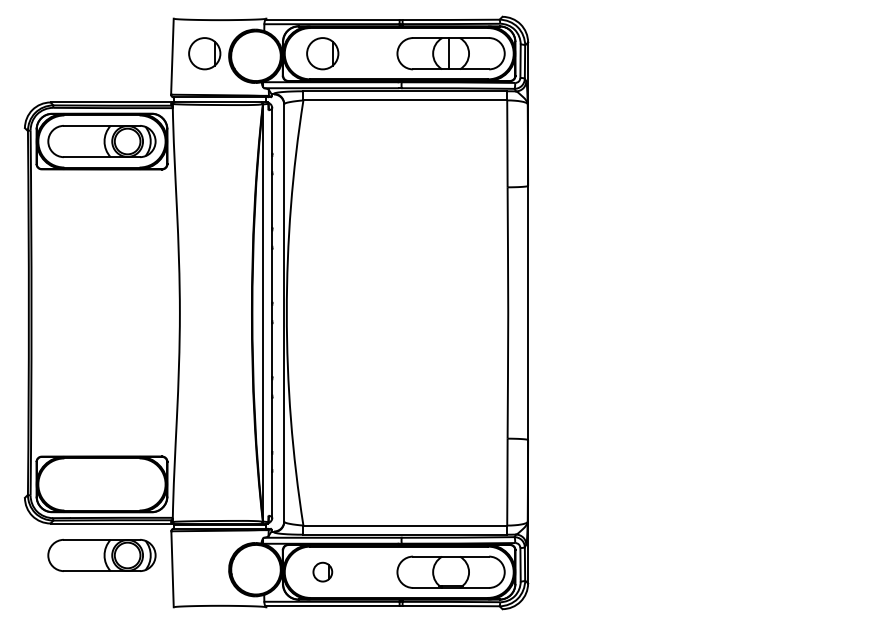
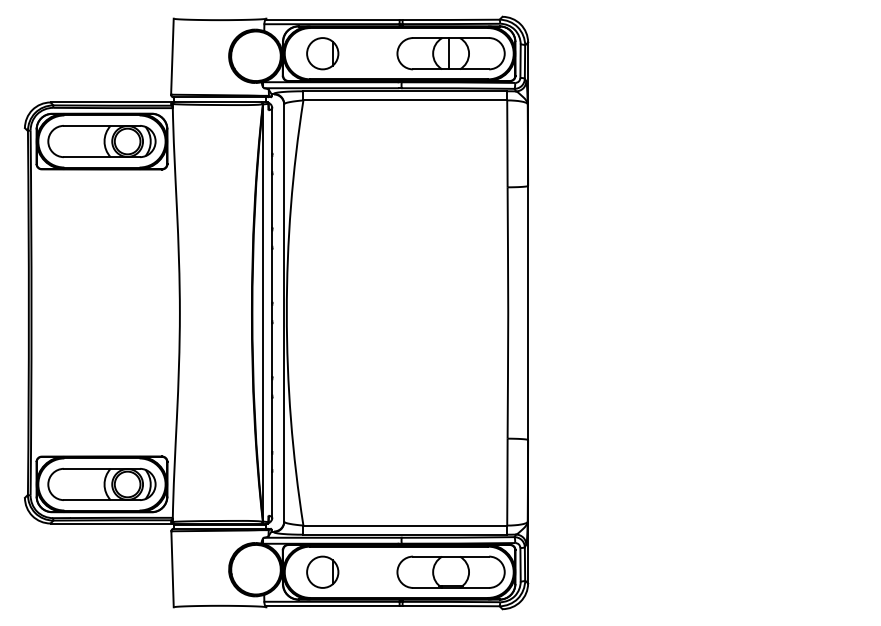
part at (204, 53): present -> none
part at (101, 555) position: (101, 555) -> (101, 484)
part at (322, 571) size: 22x22 px -> 34x34 px
